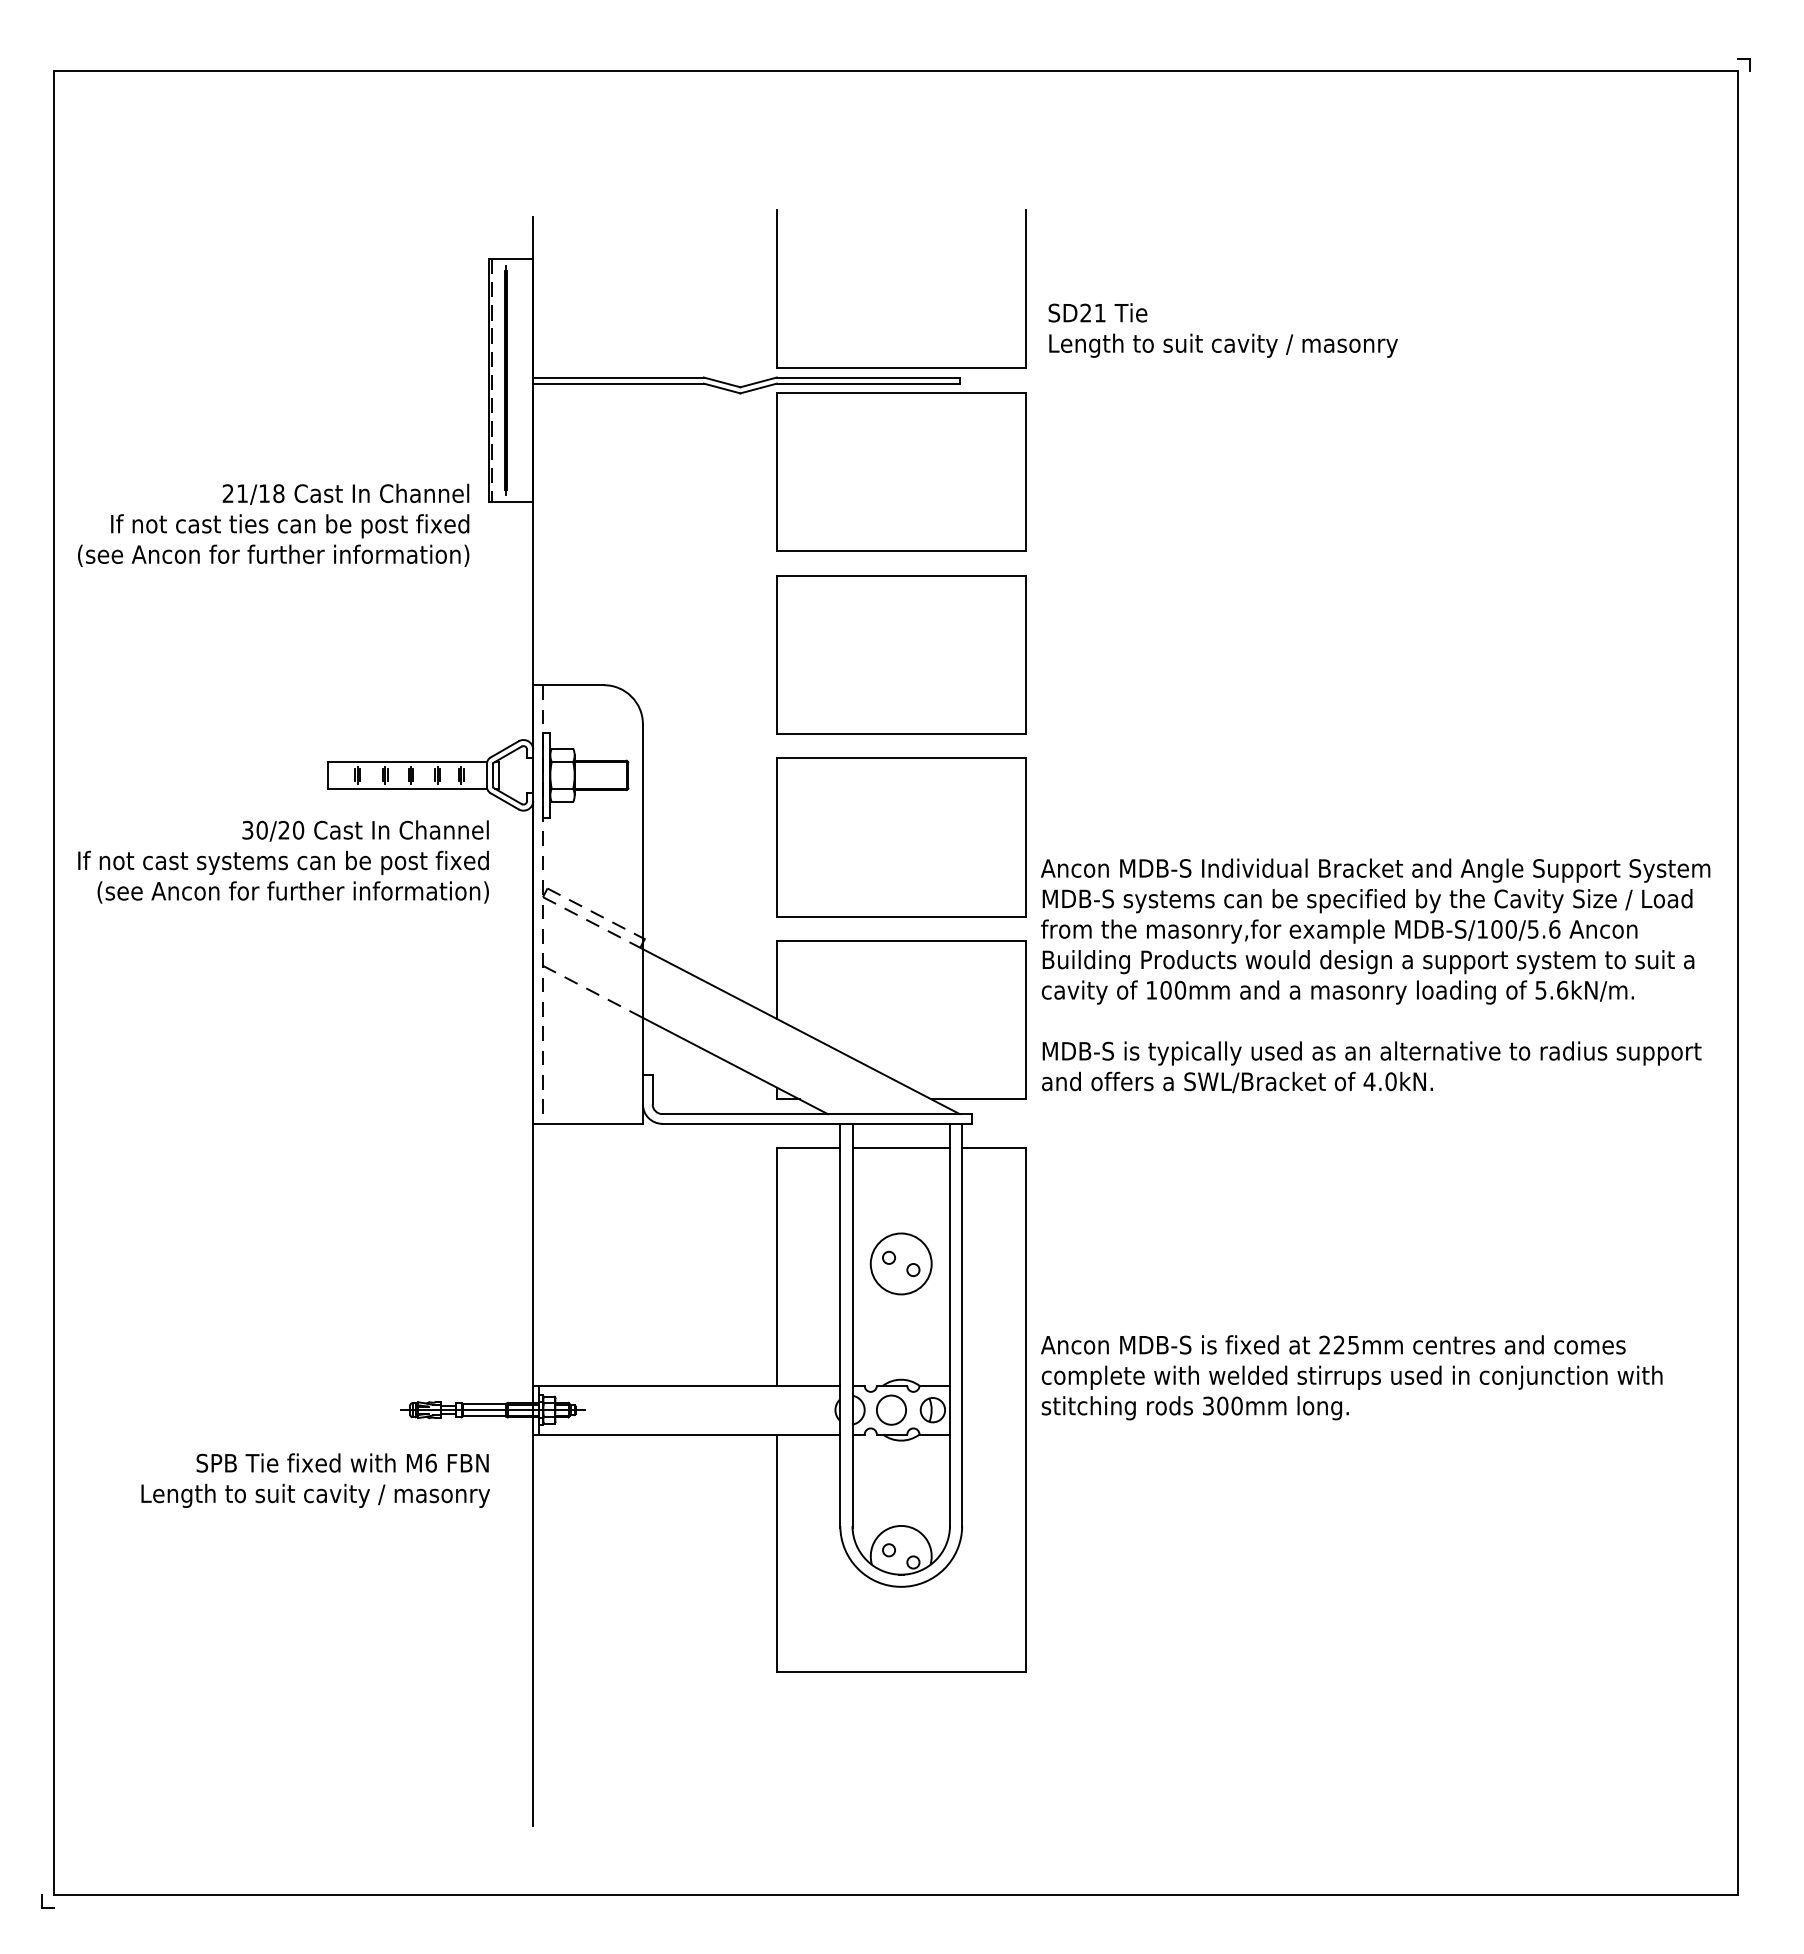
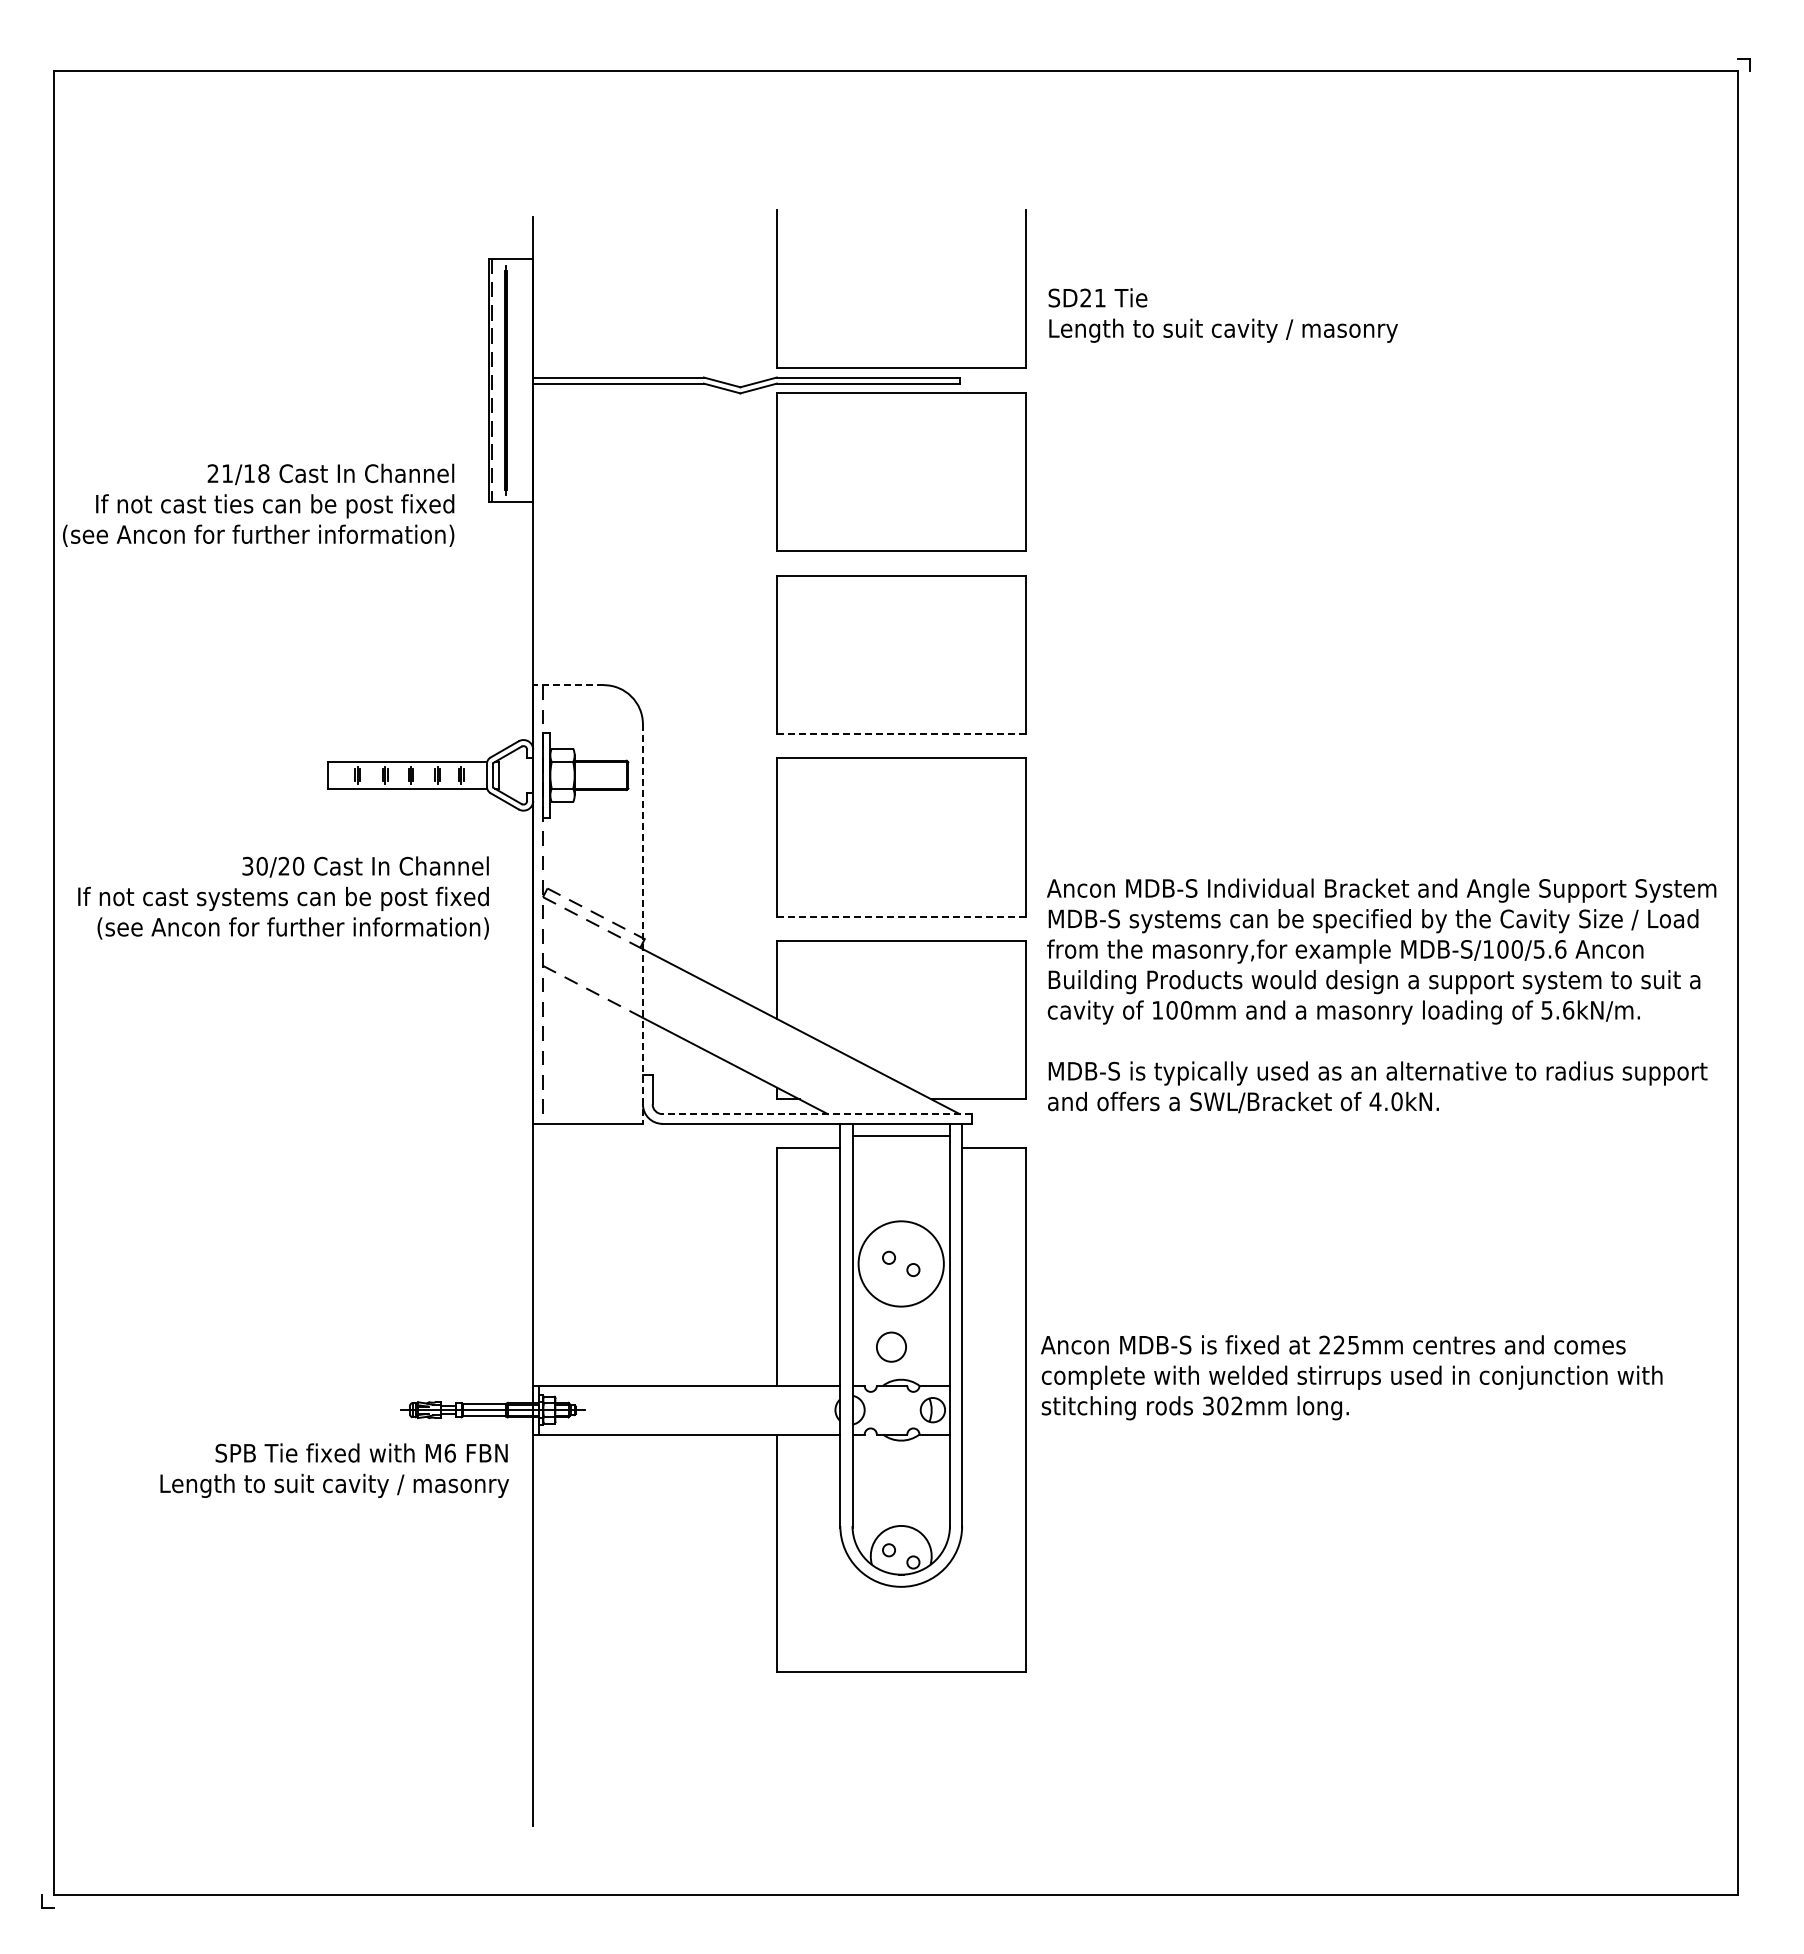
text at (1222, 330) position: (1222, 330) -> (1222, 315)
text at (273, 524) position: (273, 524) -> (258, 504)
line at (568, 685): solid -> dashed
line at (901, 733): solid -> dashed
text at (283, 861) position: (283, 861) -> (283, 897)
line at (901, 916): solid -> dashed
line at (642, 924): solid -> dashed
text at (1375, 975) position: (1375, 975) -> (1381, 995)
line at (817, 1114): solid -> dashed
line at (900, 1148) position: (900, 1148) -> (900, 1136)
circle at (900, 1263) diameter: 61 px -> 85 px
text at (1236, 1405): 300mm -> 302mm
circle at (891, 1409) position: (891, 1409) -> (891, 1346)
text at (315, 1480) position: (315, 1480) -> (334, 1470)
